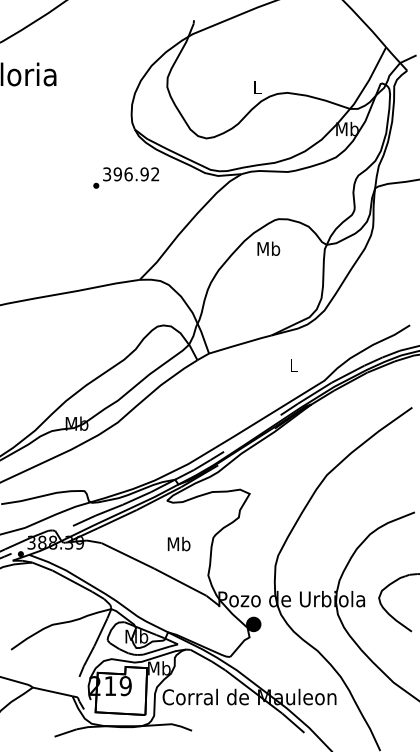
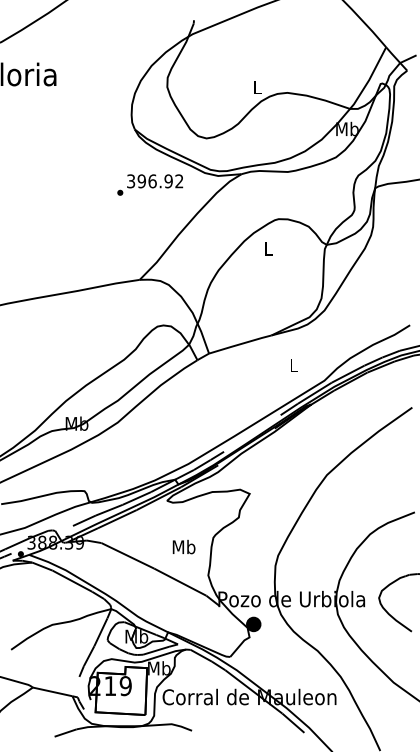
text at (126, 177) position: (126, 177) -> (150, 184)
text at (268, 248): Mb -> L
text at (178, 543) position: (178, 543) -> (183, 546)
